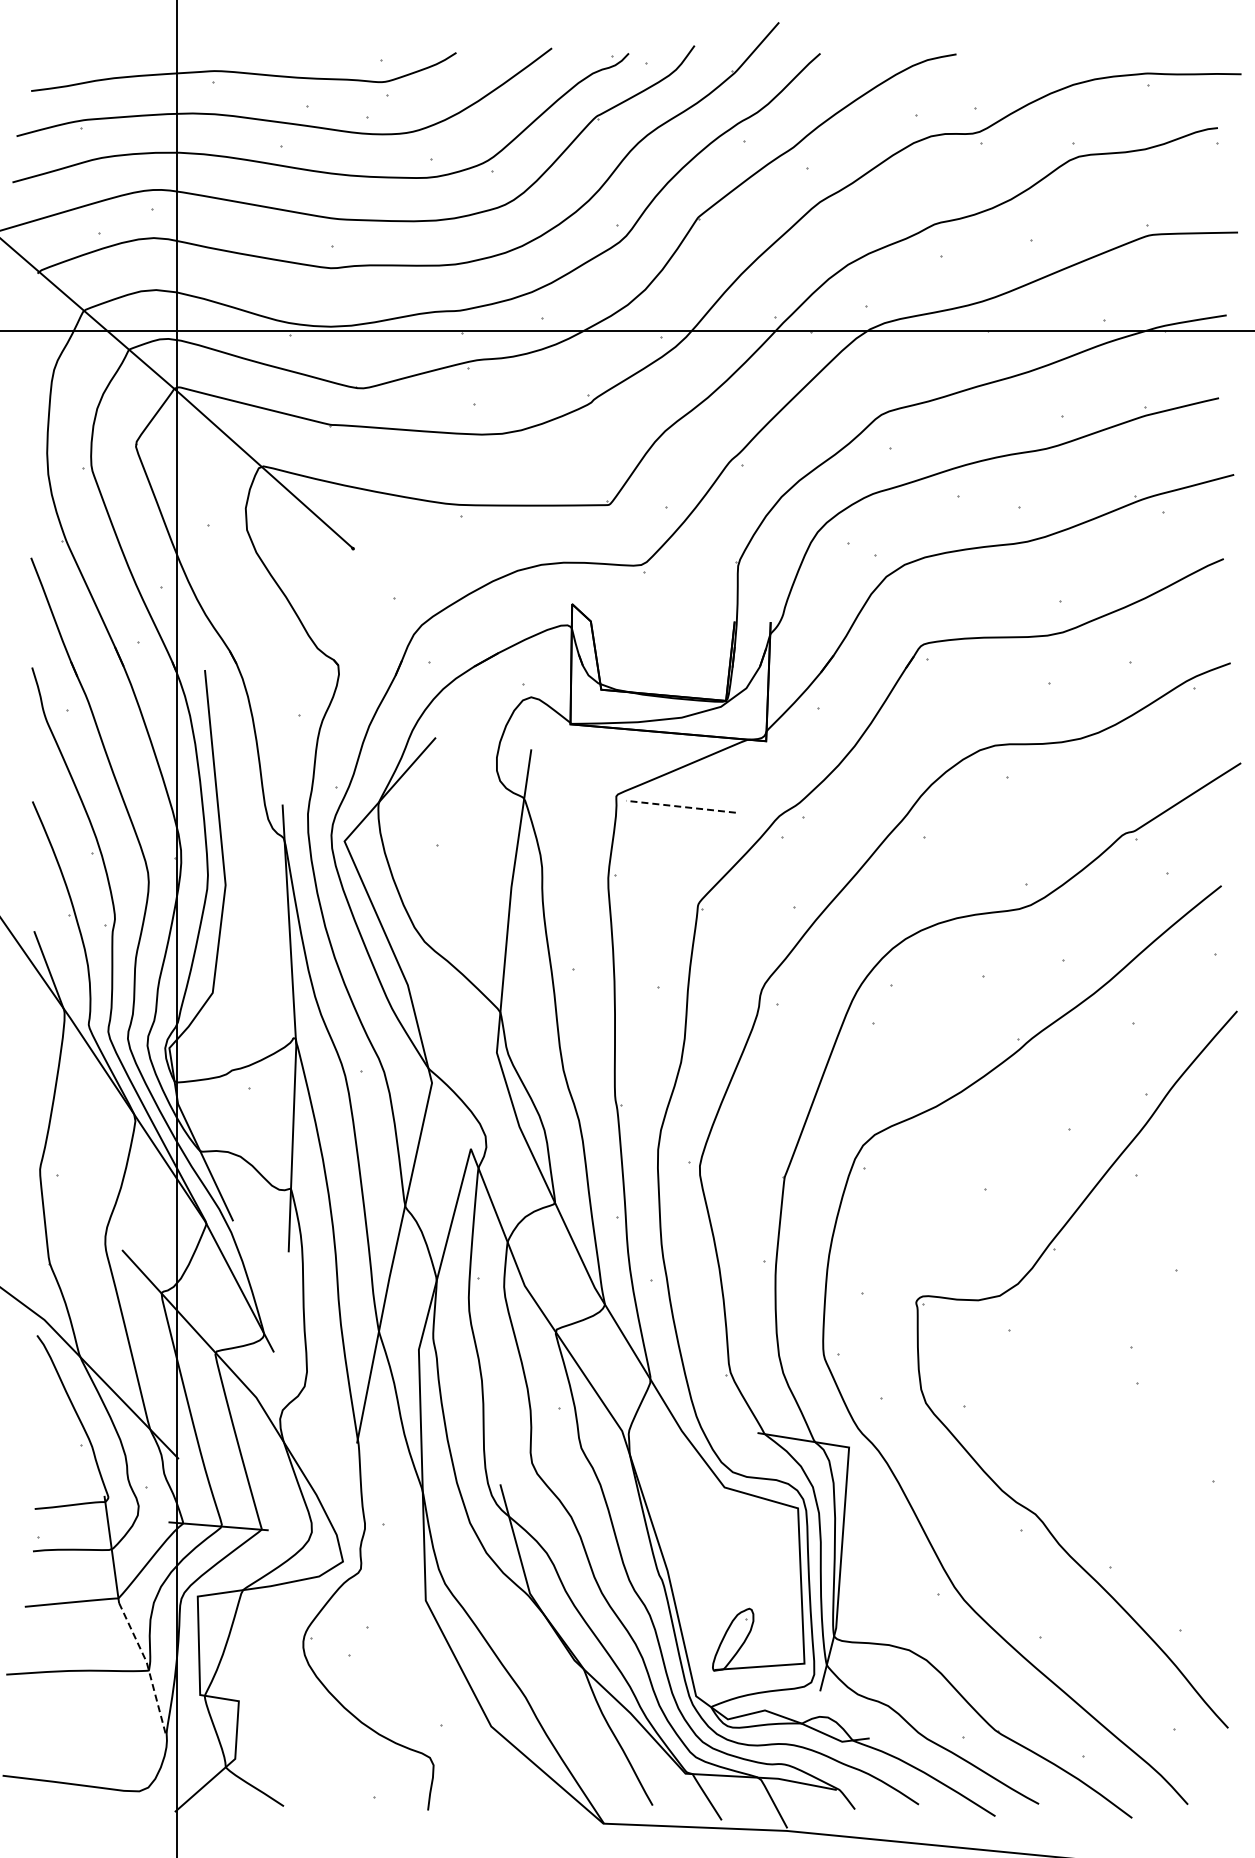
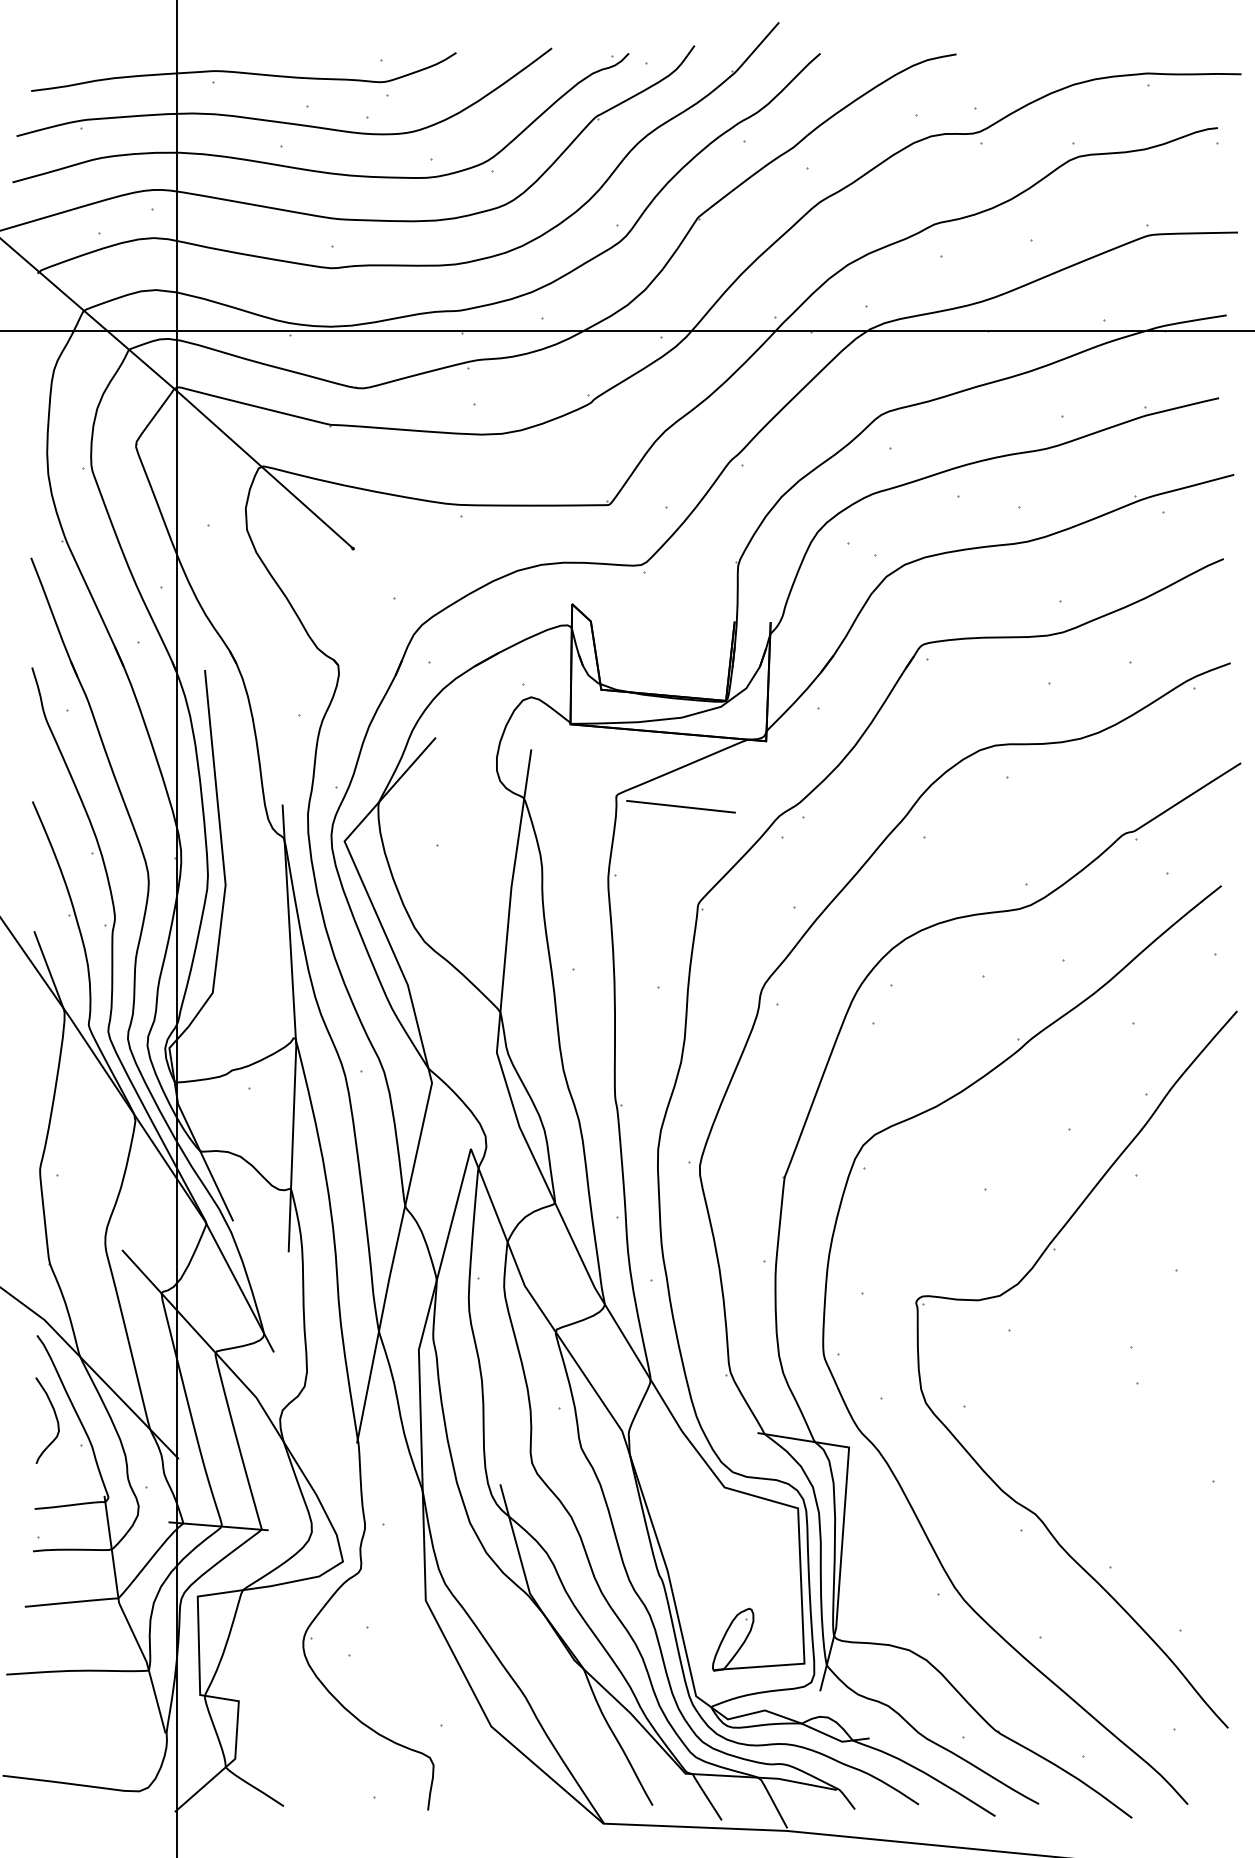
line at (680, 806): dashed -> solid
curve at (55, 1418): none -> present
line at (147, 1664): dashed -> solid
